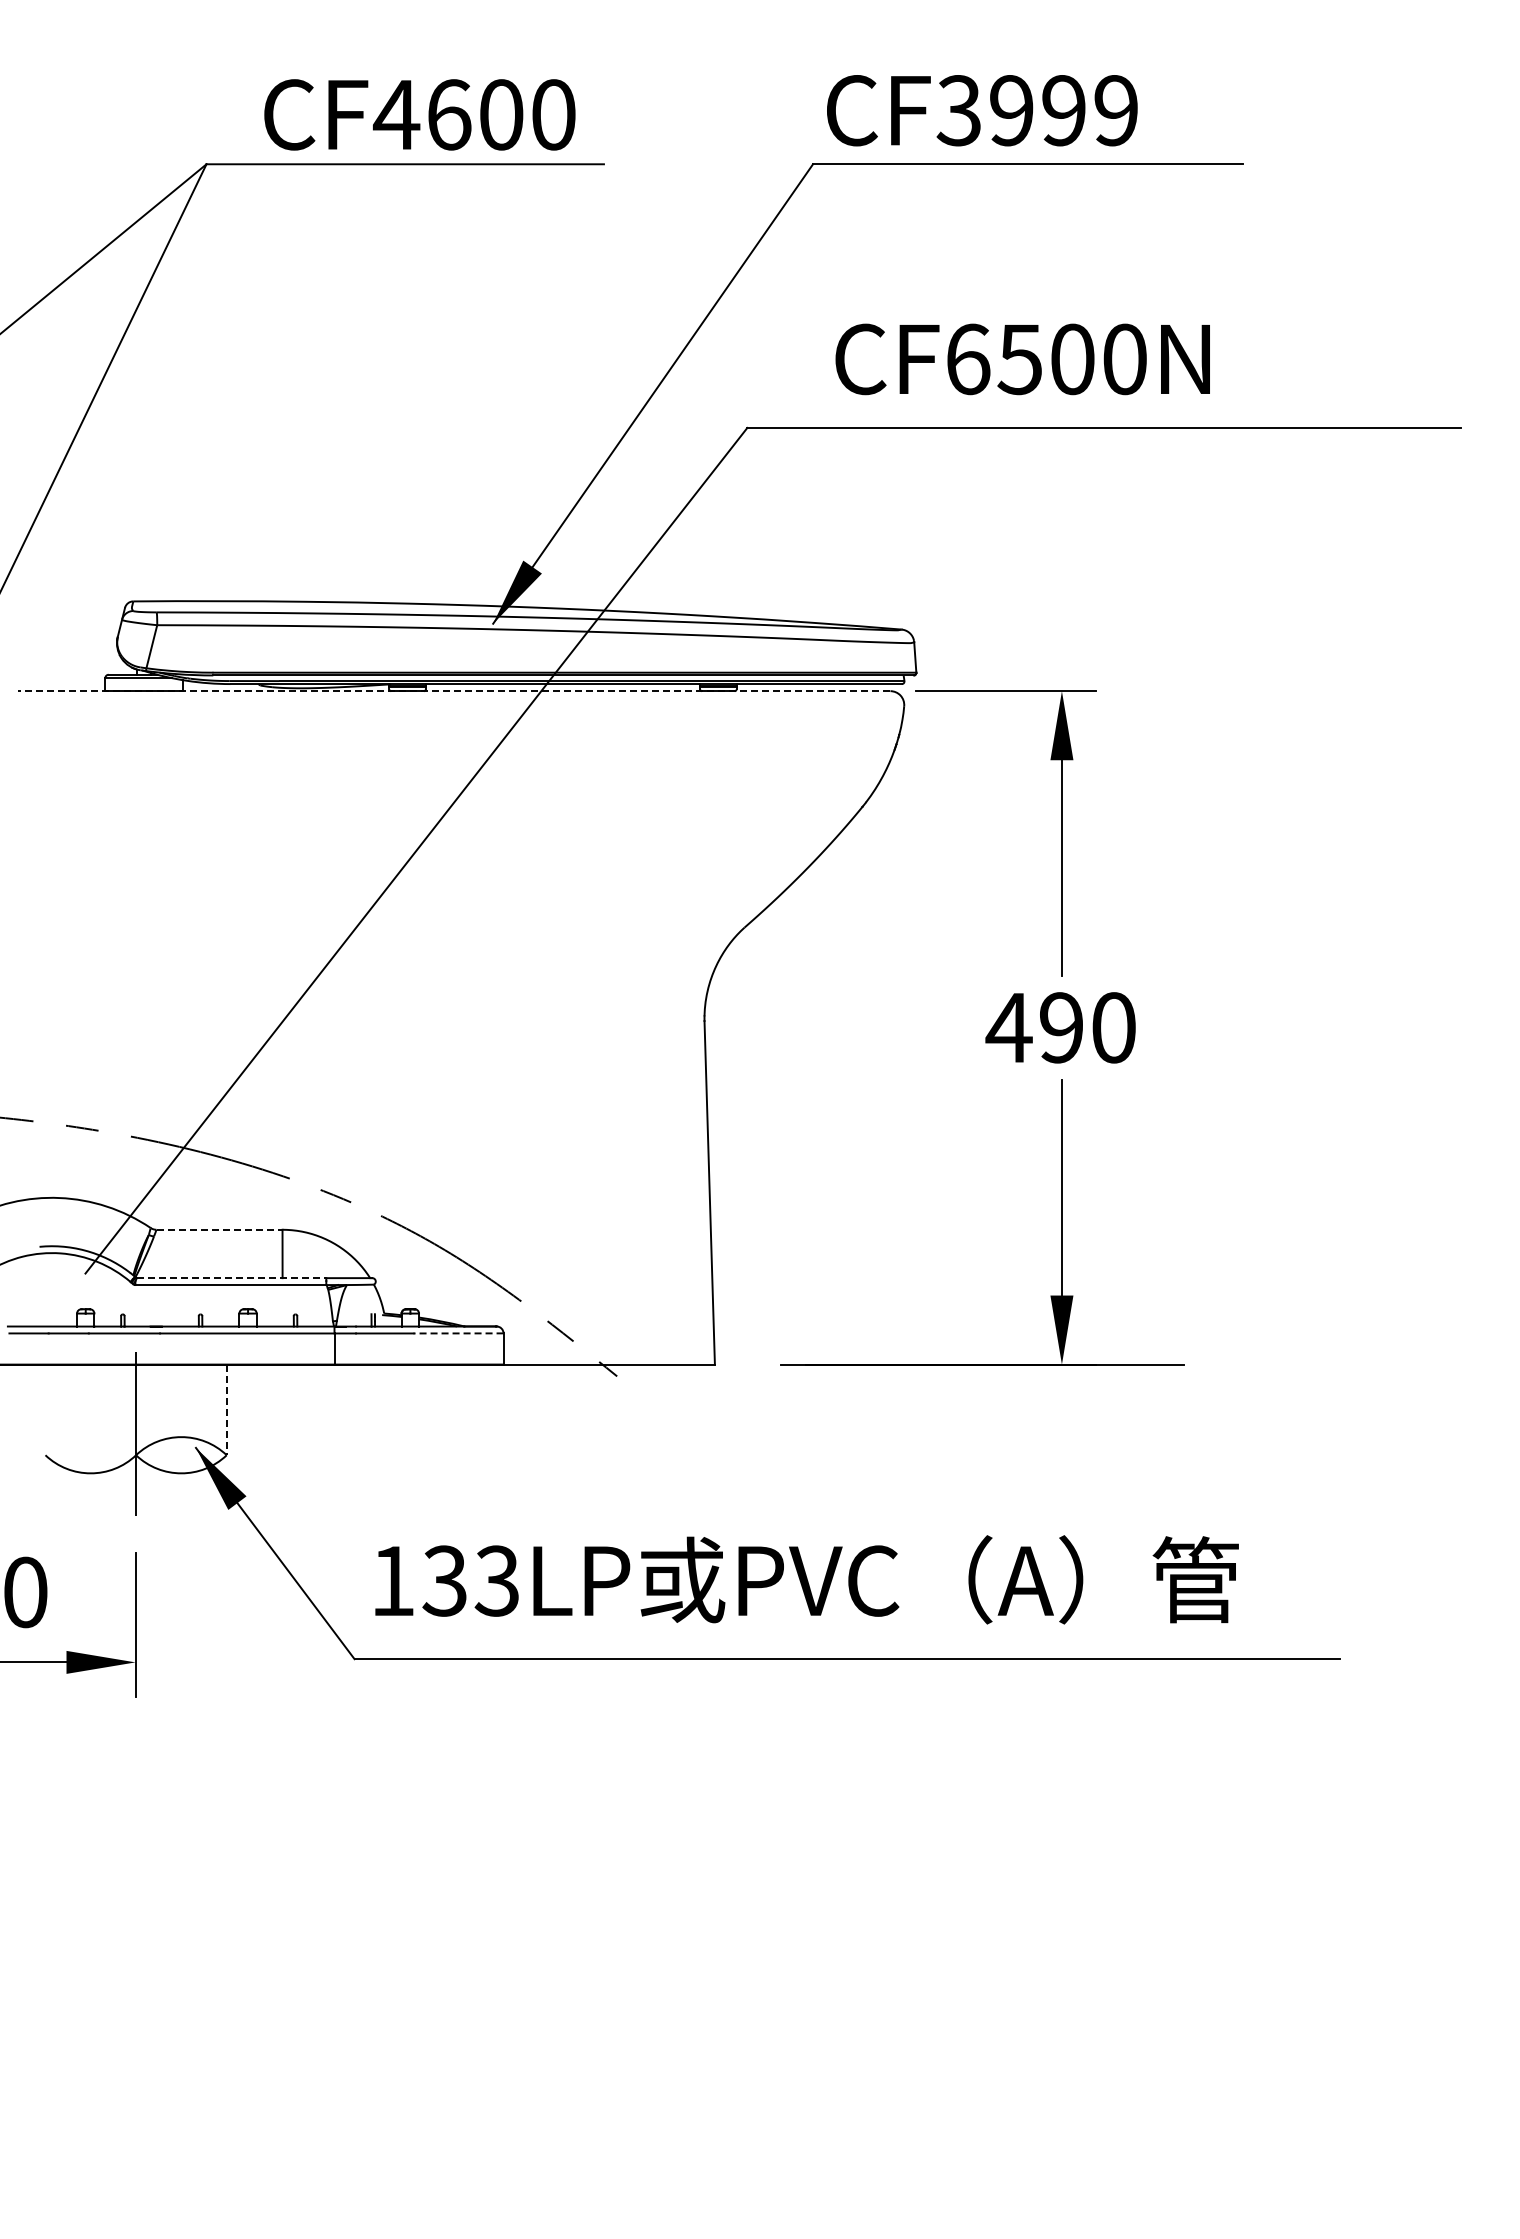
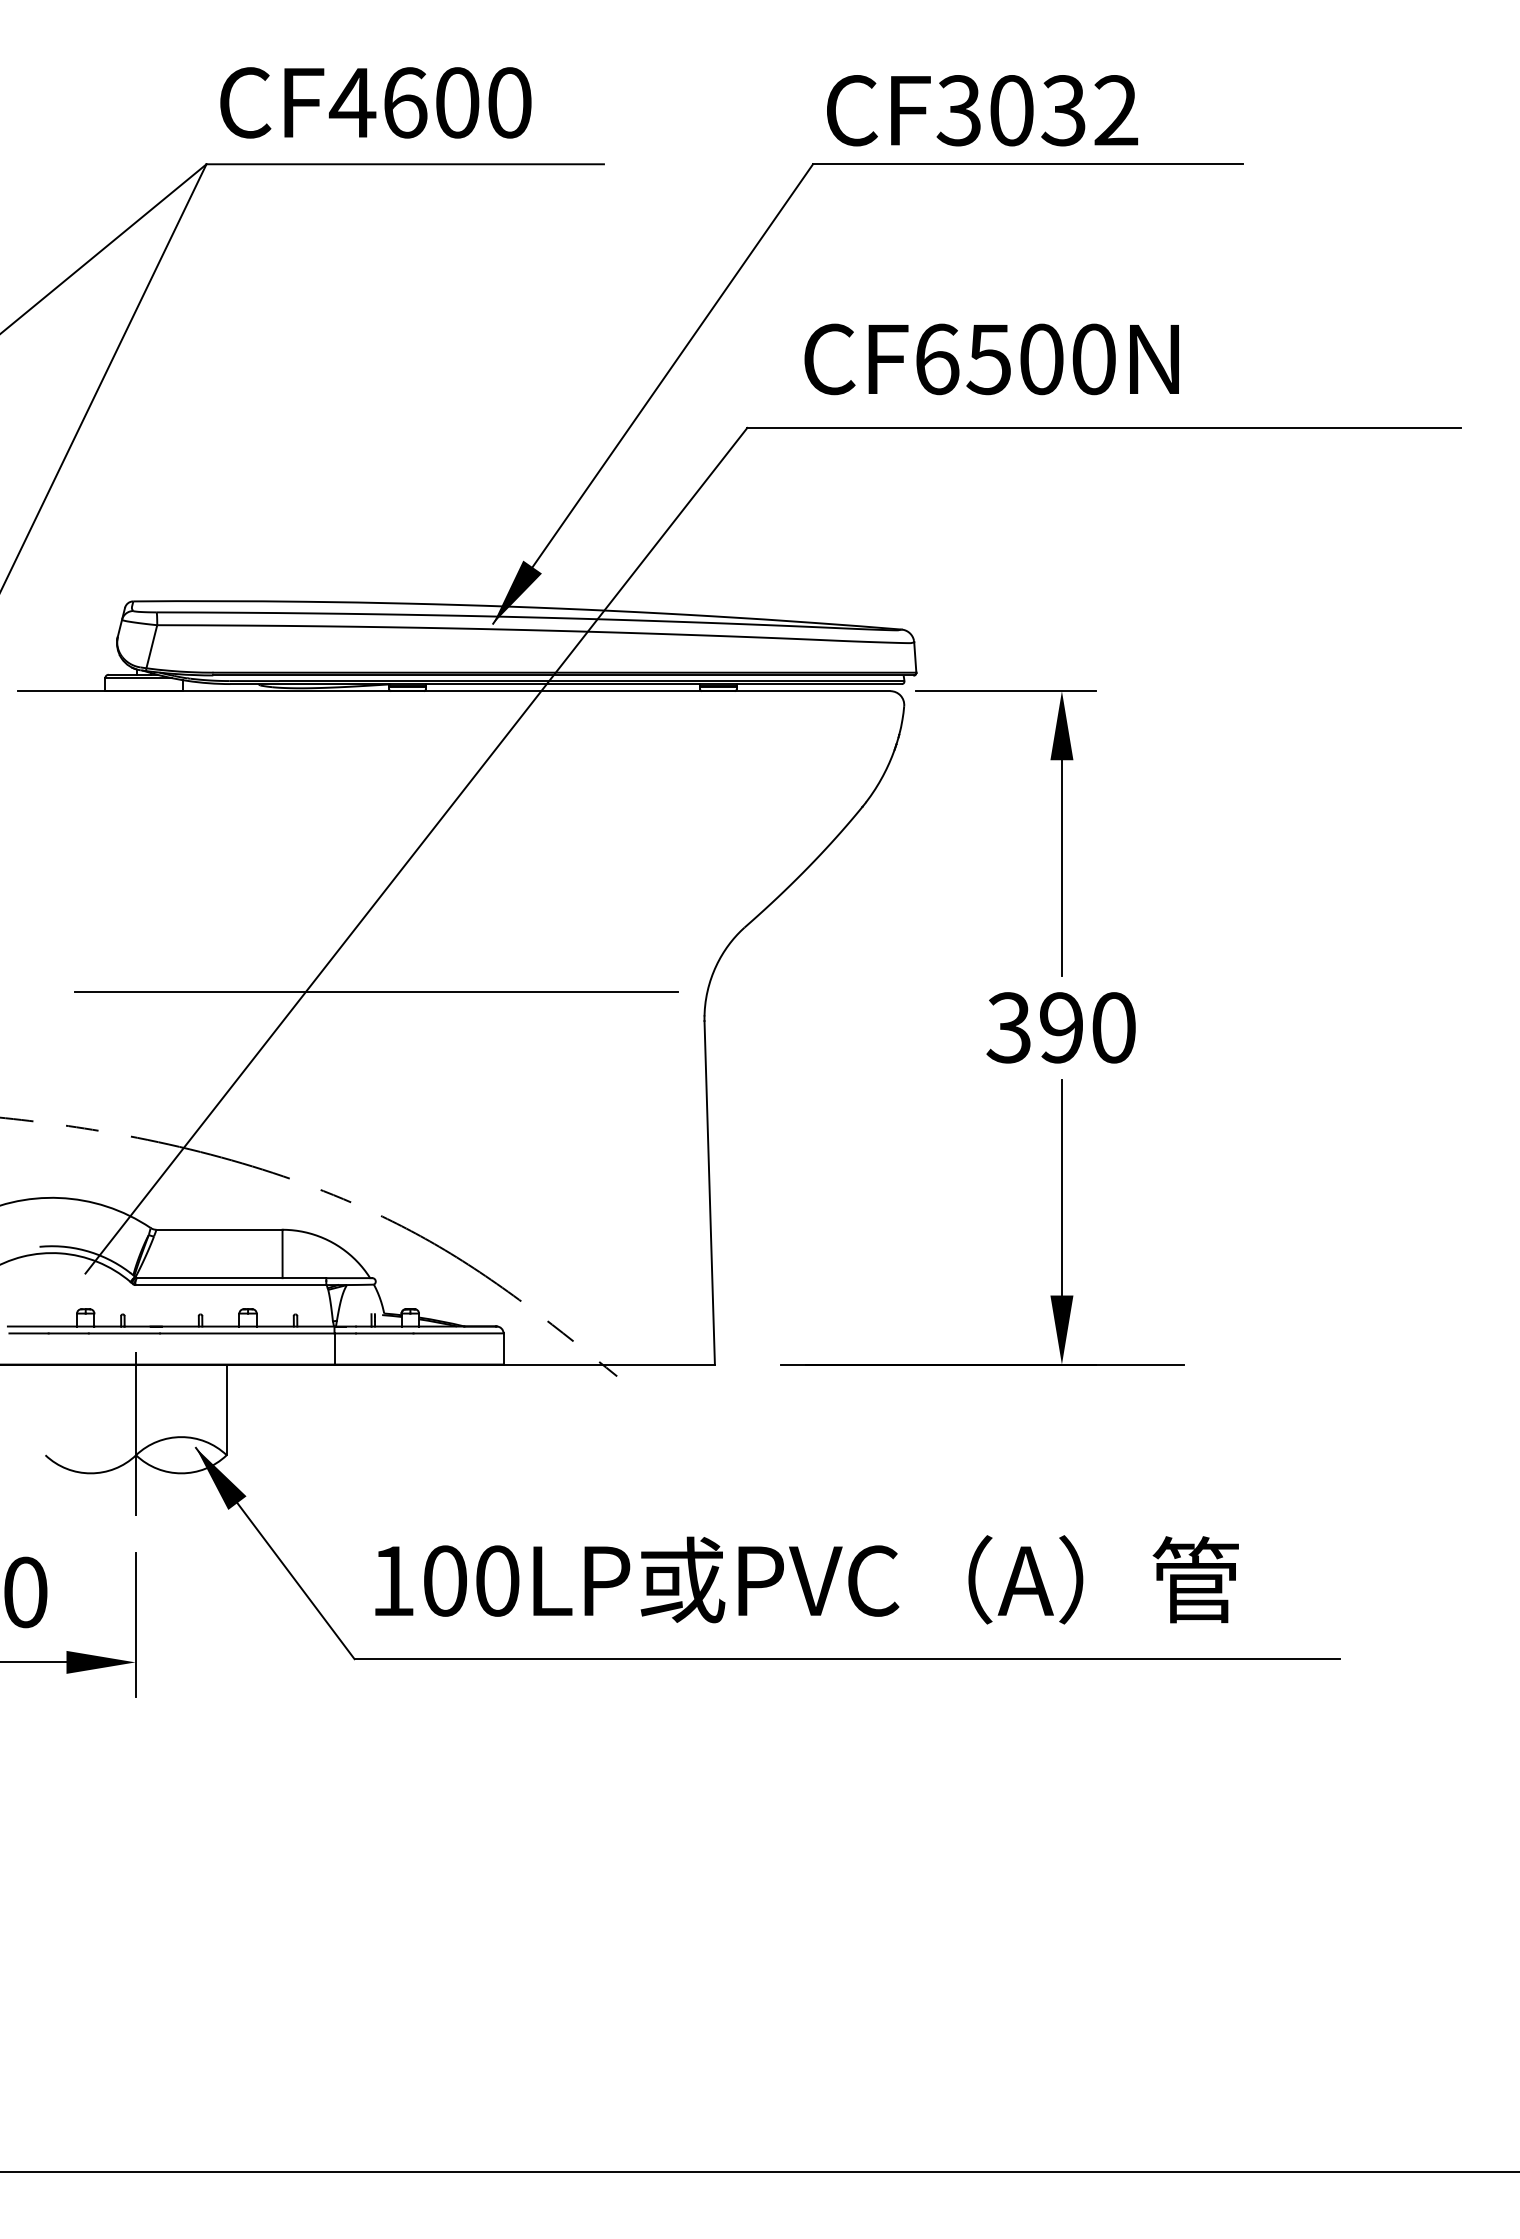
text at (1064, 110): 3999 -> 3032
text at (419, 114) position: (419, 114) -> (375, 102)
text at (1022, 359) position: (1022, 359) -> (991, 359)
line at (453, 691): dashed -> solid
line at (375, 991): none -> present
text at (1008, 1027): 490 -> 390
line at (220, 1229): dashed -> solid
line at (231, 1278): dashed -> solid
line at (458, 1333): dashed -> solid
line at (226, 1410): dashed -> solid
text at (470, 1580): 133LP -> 100LP
line at (759, 2171): none -> present
